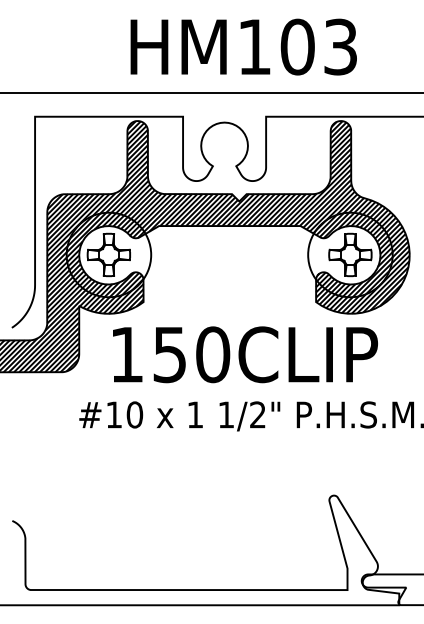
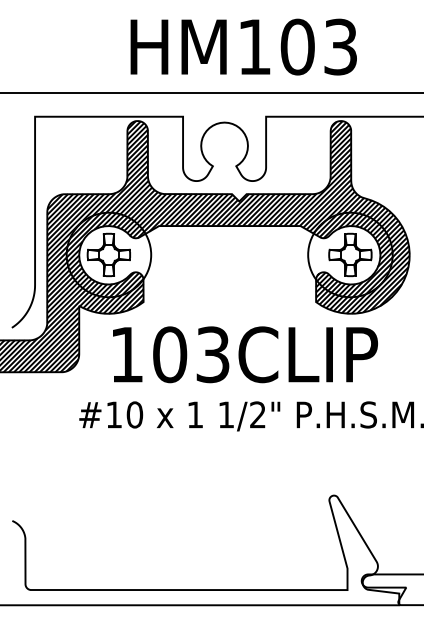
text at (191, 354): 150CLIP -> 103CLIP
